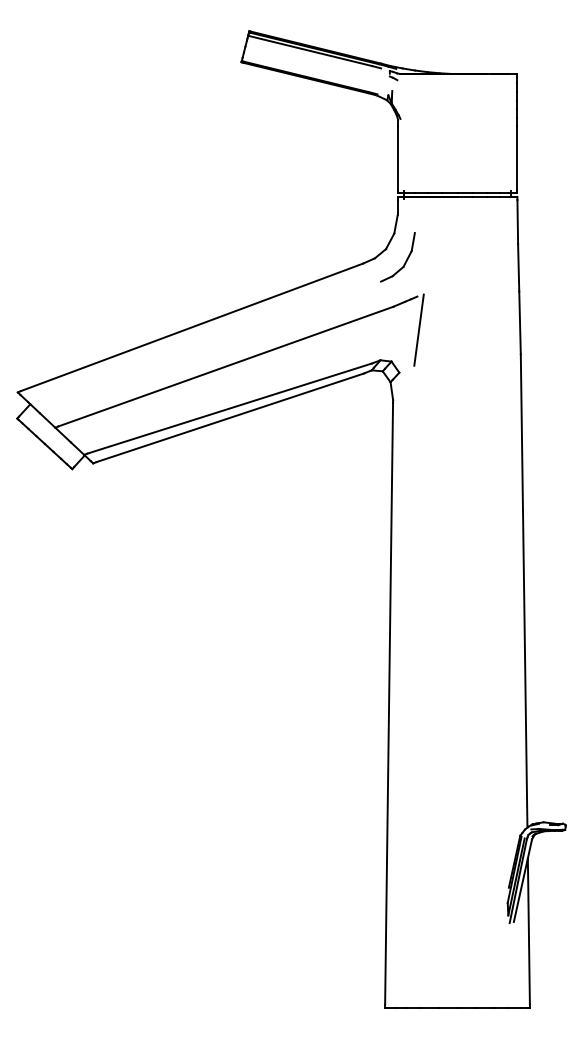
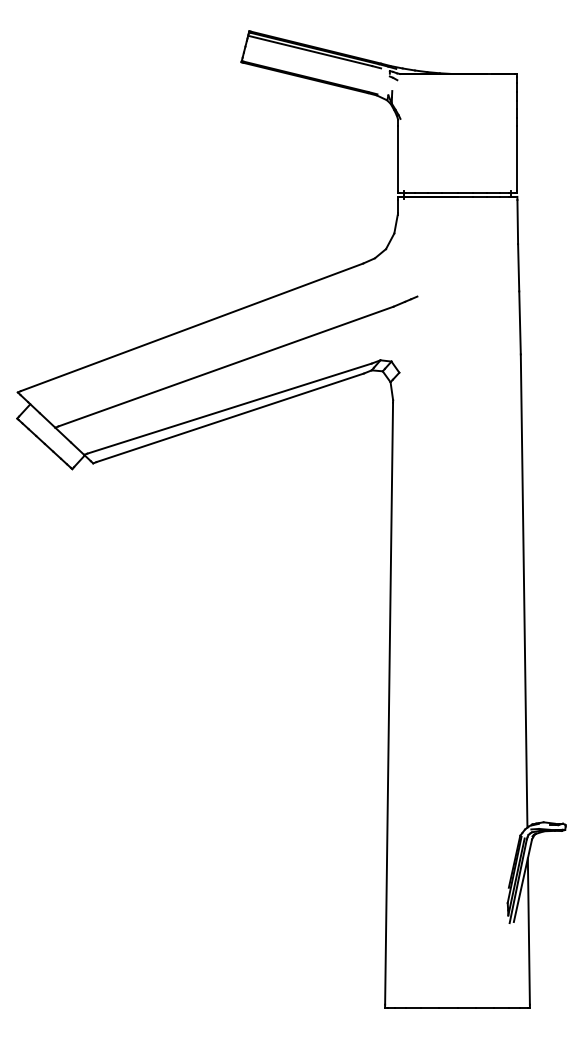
part at (405, 260): present -> none
line at (418, 329): present -> none
